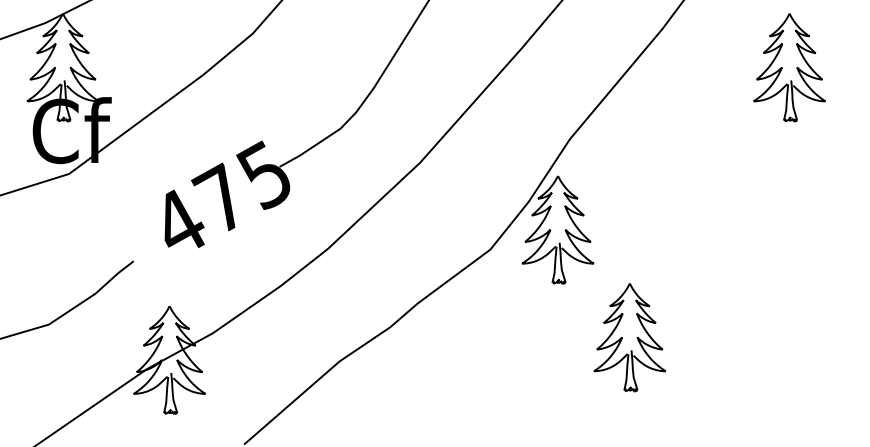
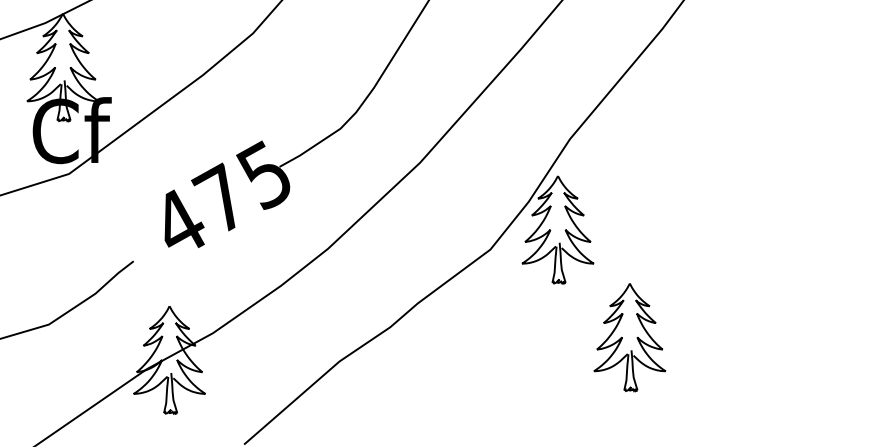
part at (789, 67): present -> none
